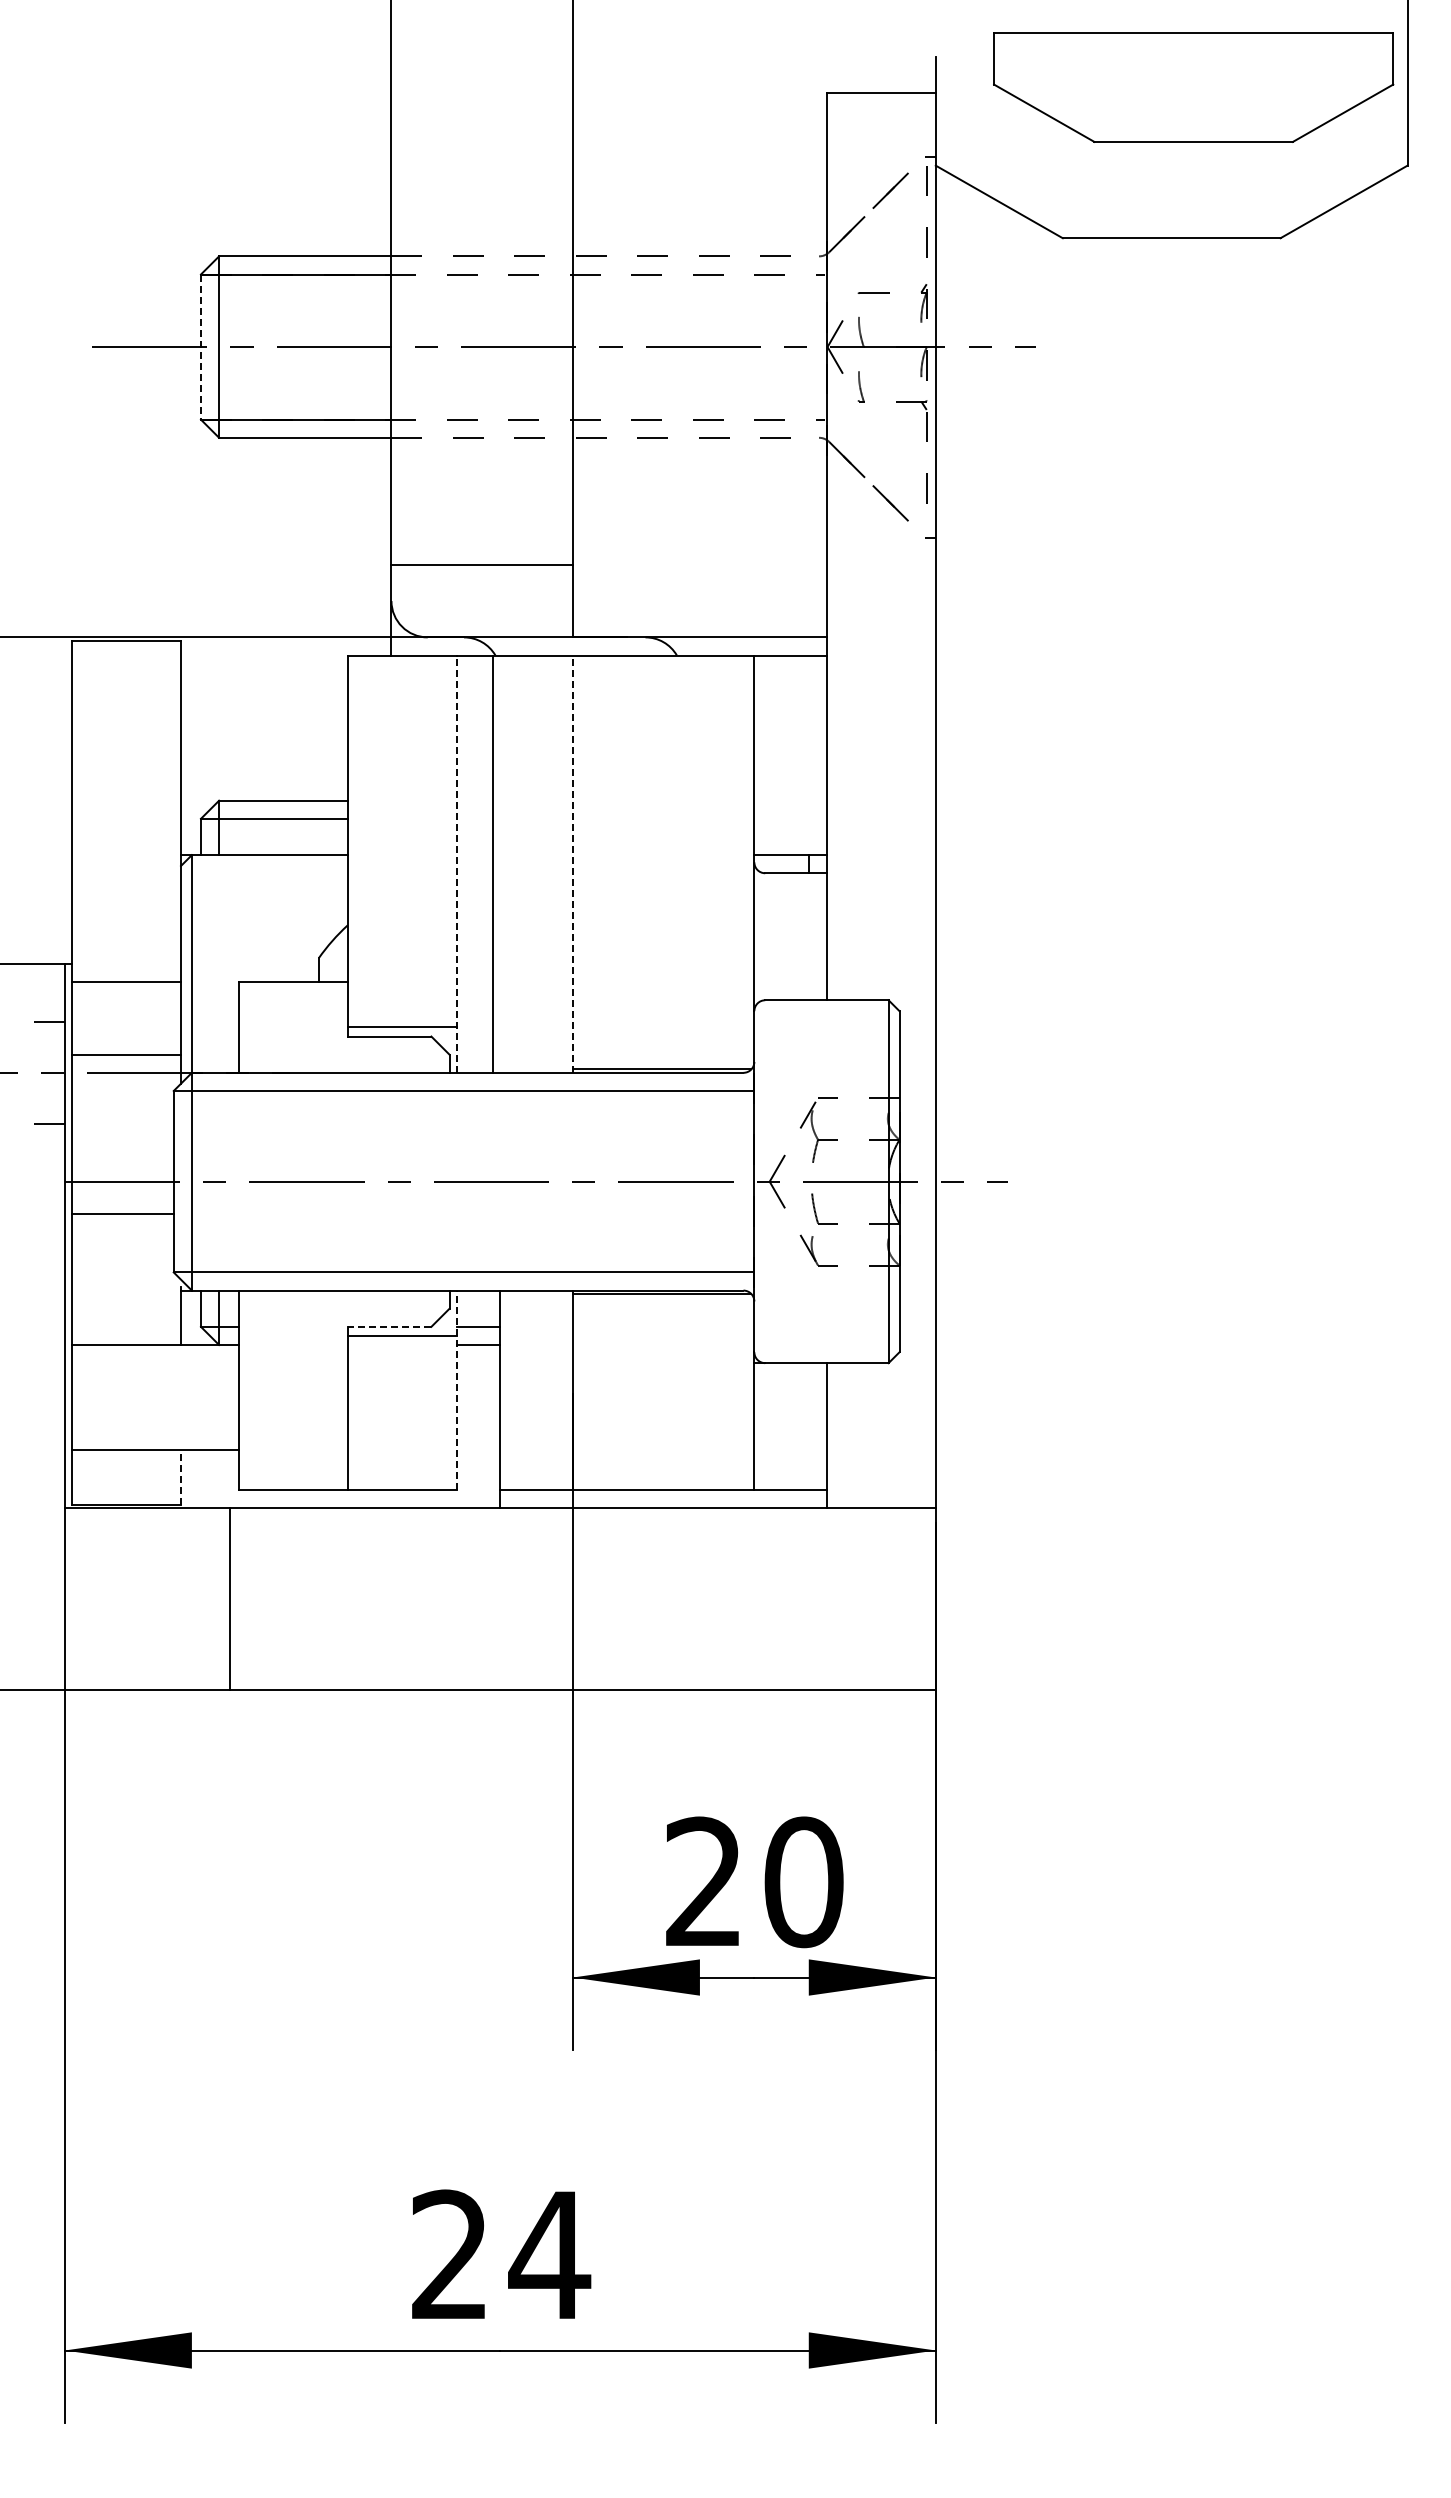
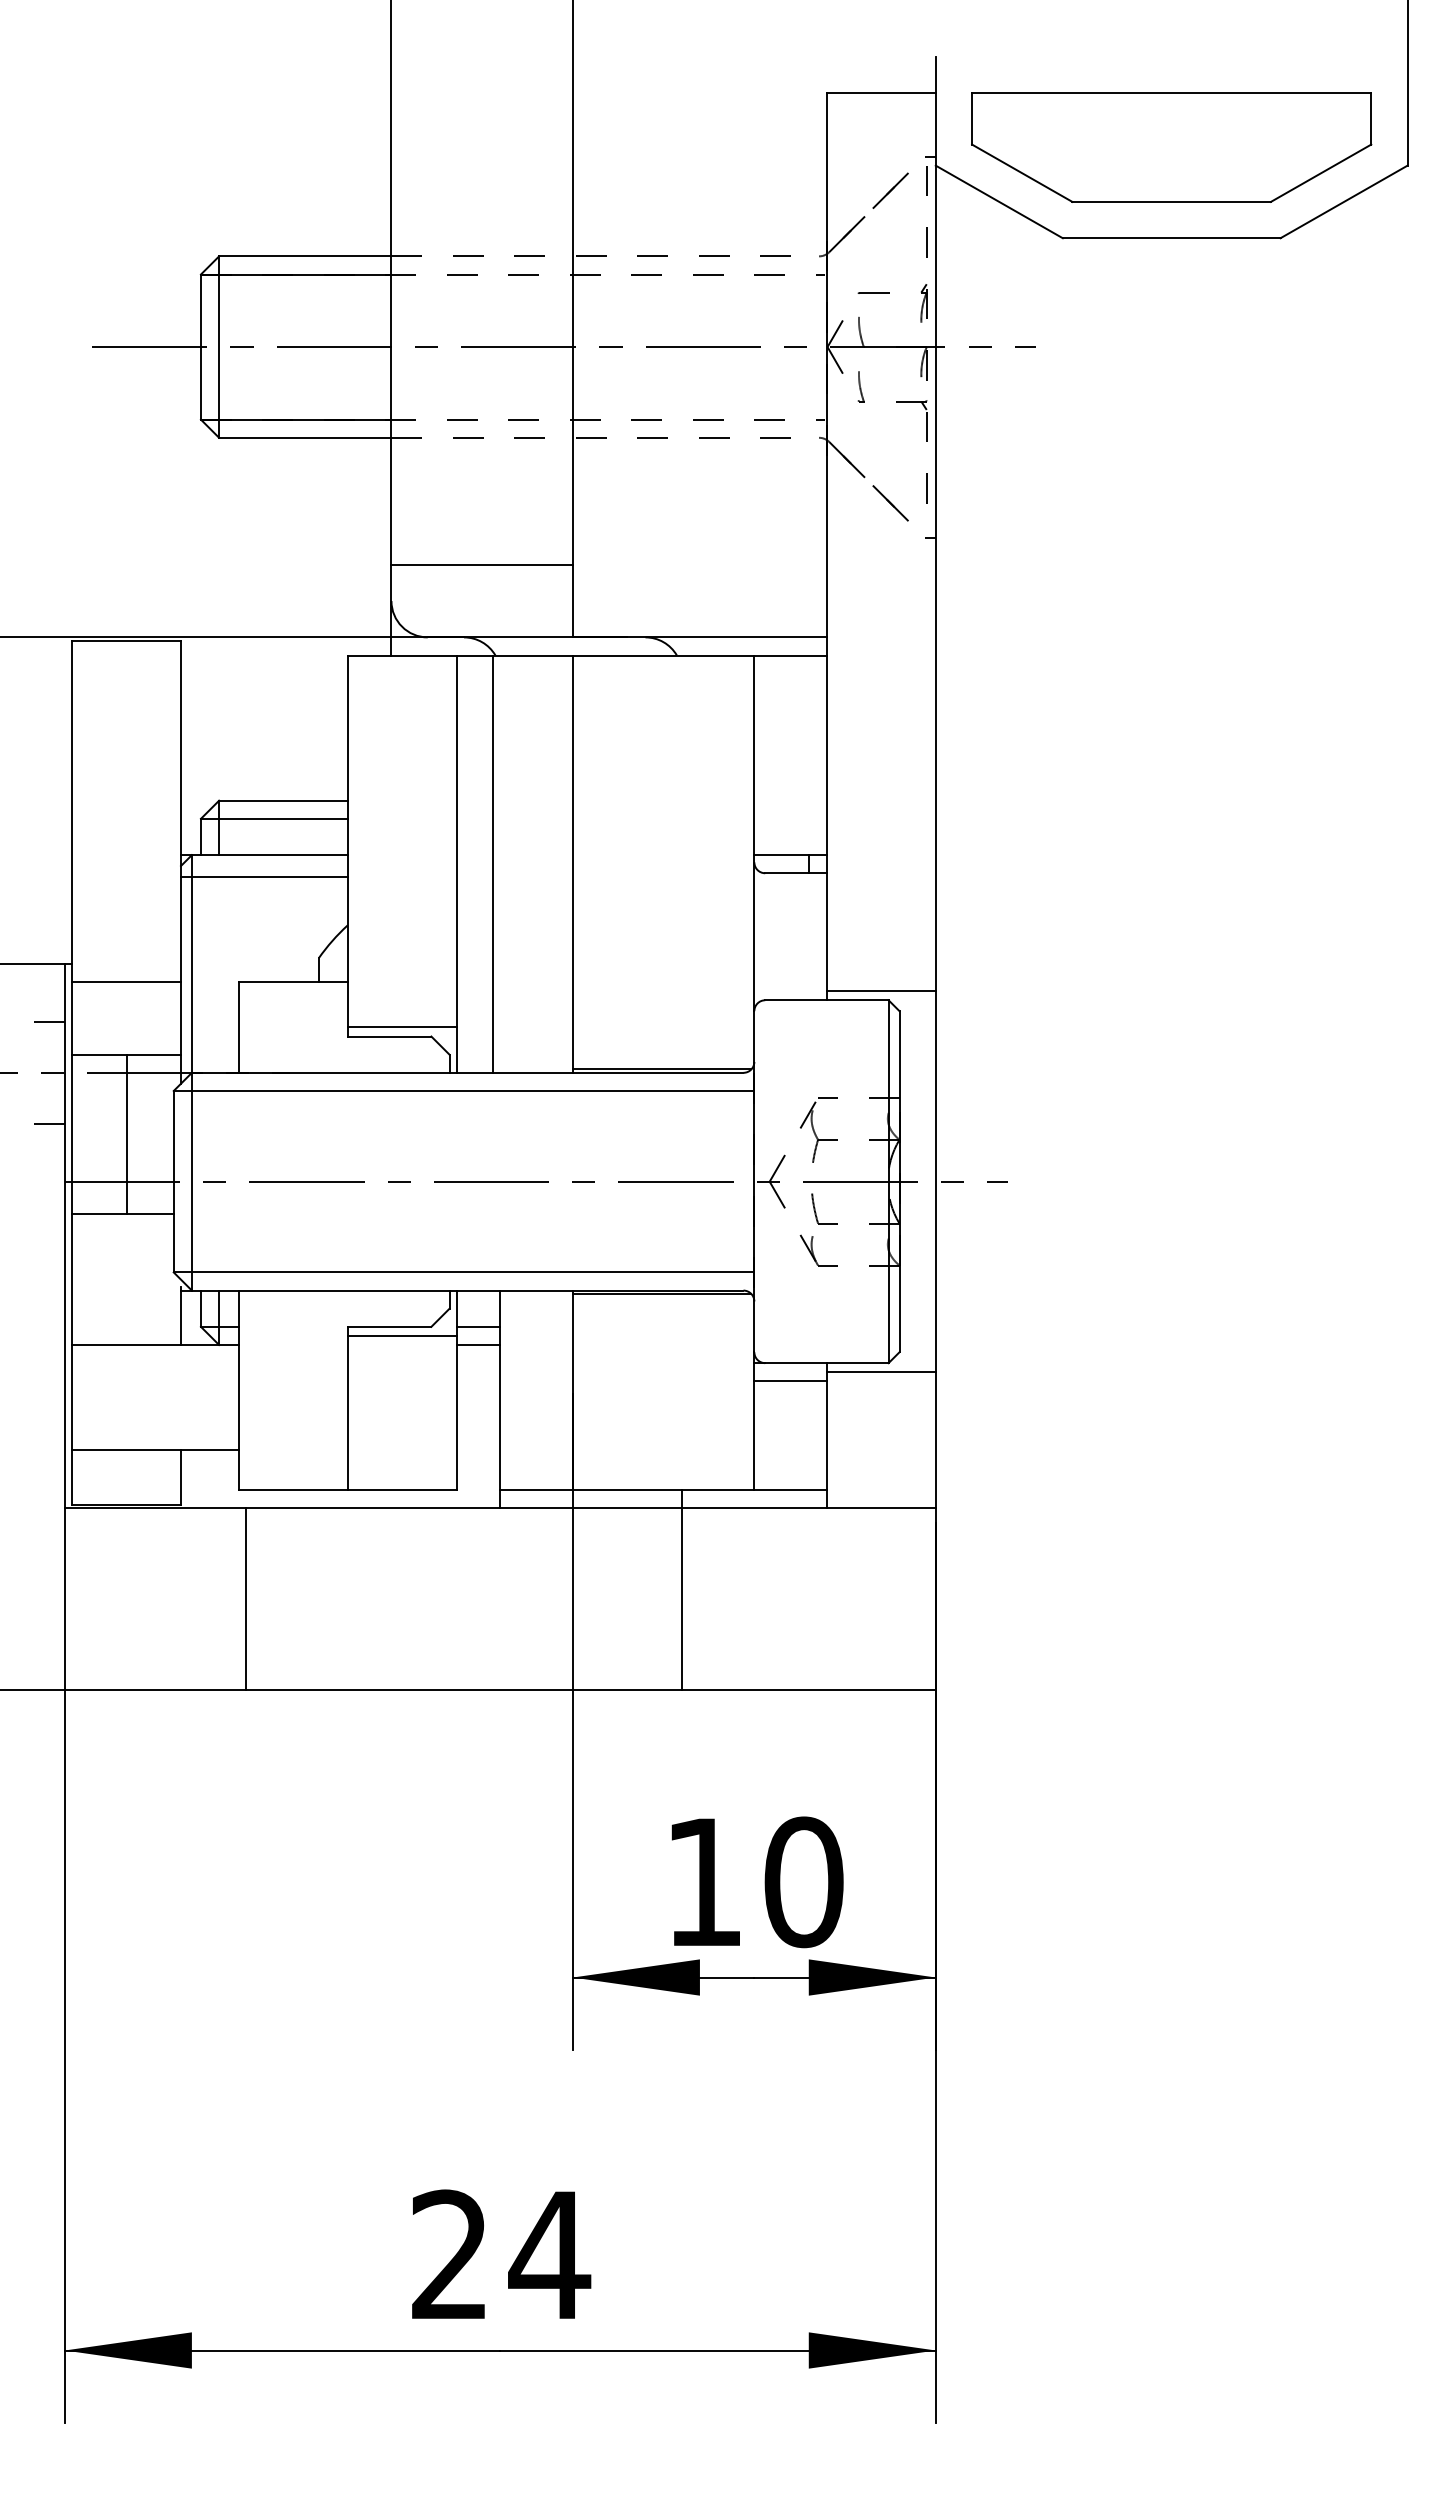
part at (1193, 87) position: (1193, 87) -> (1171, 147)
line at (200, 347): dashed -> solid
line at (456, 864): dashed -> solid
line at (572, 864): dashed -> solid
line at (264, 877): none -> present
line at (880, 991): none -> present
line at (126, 1134): none -> present
line at (389, 1326): dashed -> solid
line at (880, 1372): none -> present
line at (790, 1381): none -> present
line at (456, 1390): dashed -> solid
line at (181, 1476): dashed -> solid
line at (681, 1589): none -> present
line at (230, 1598) position: (230, 1598) -> (246, 1598)
text at (702, 1880): 20 -> 10
